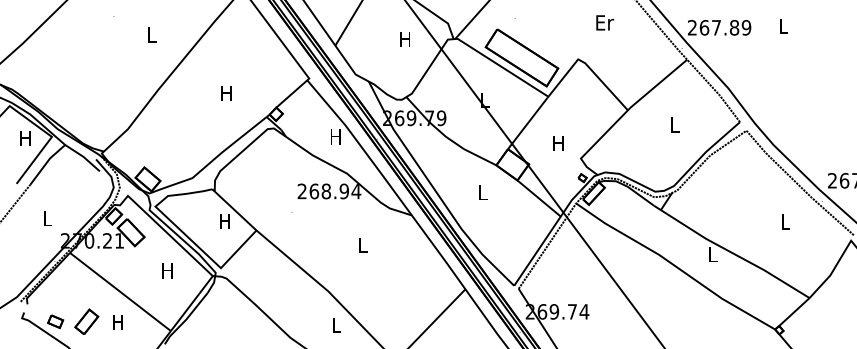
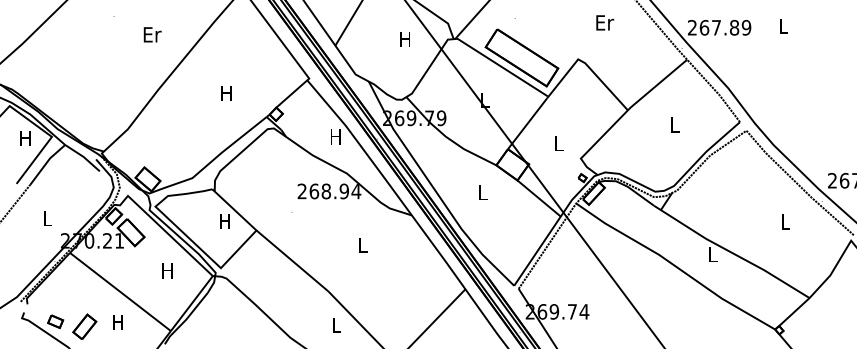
text at (152, 34): L -> Er
text at (558, 143): H -> L
part at (86, 321) position: (86, 321) -> (84, 326)
